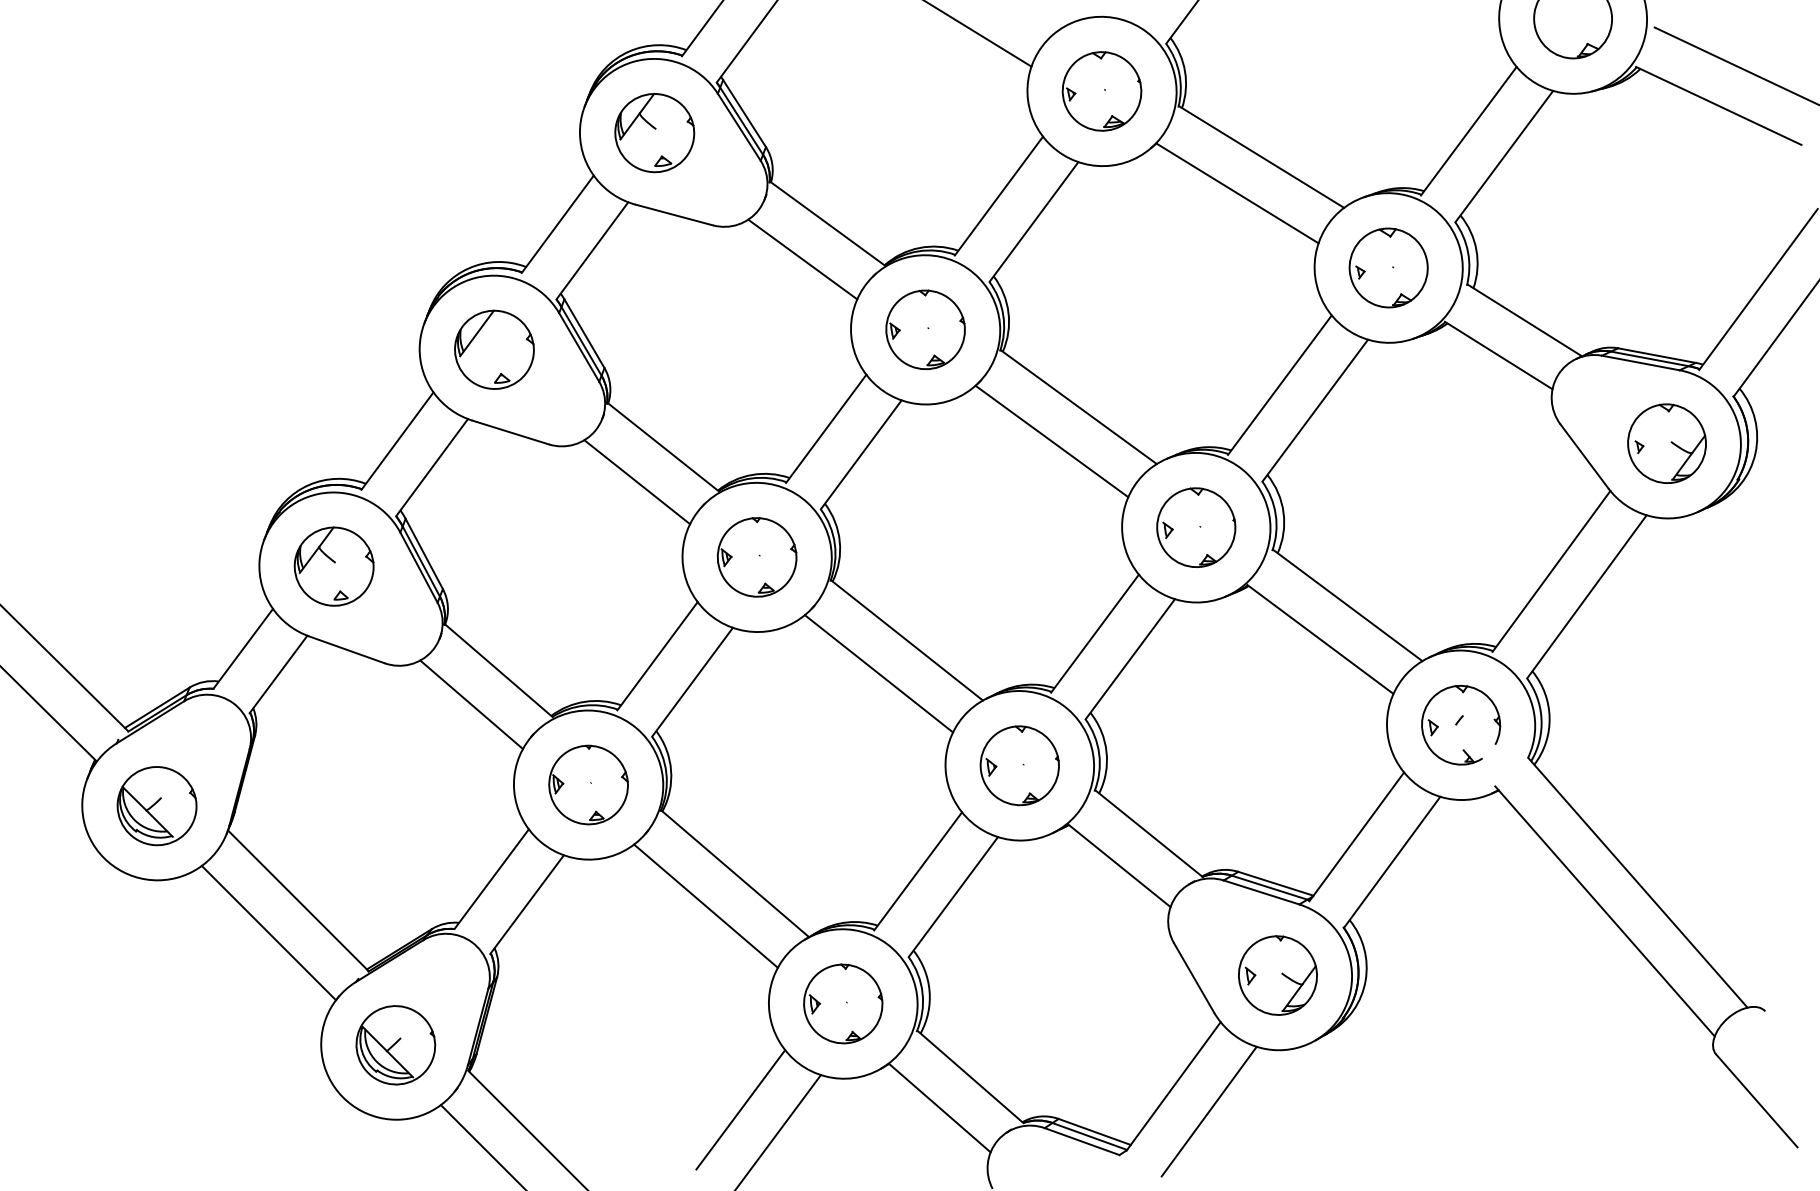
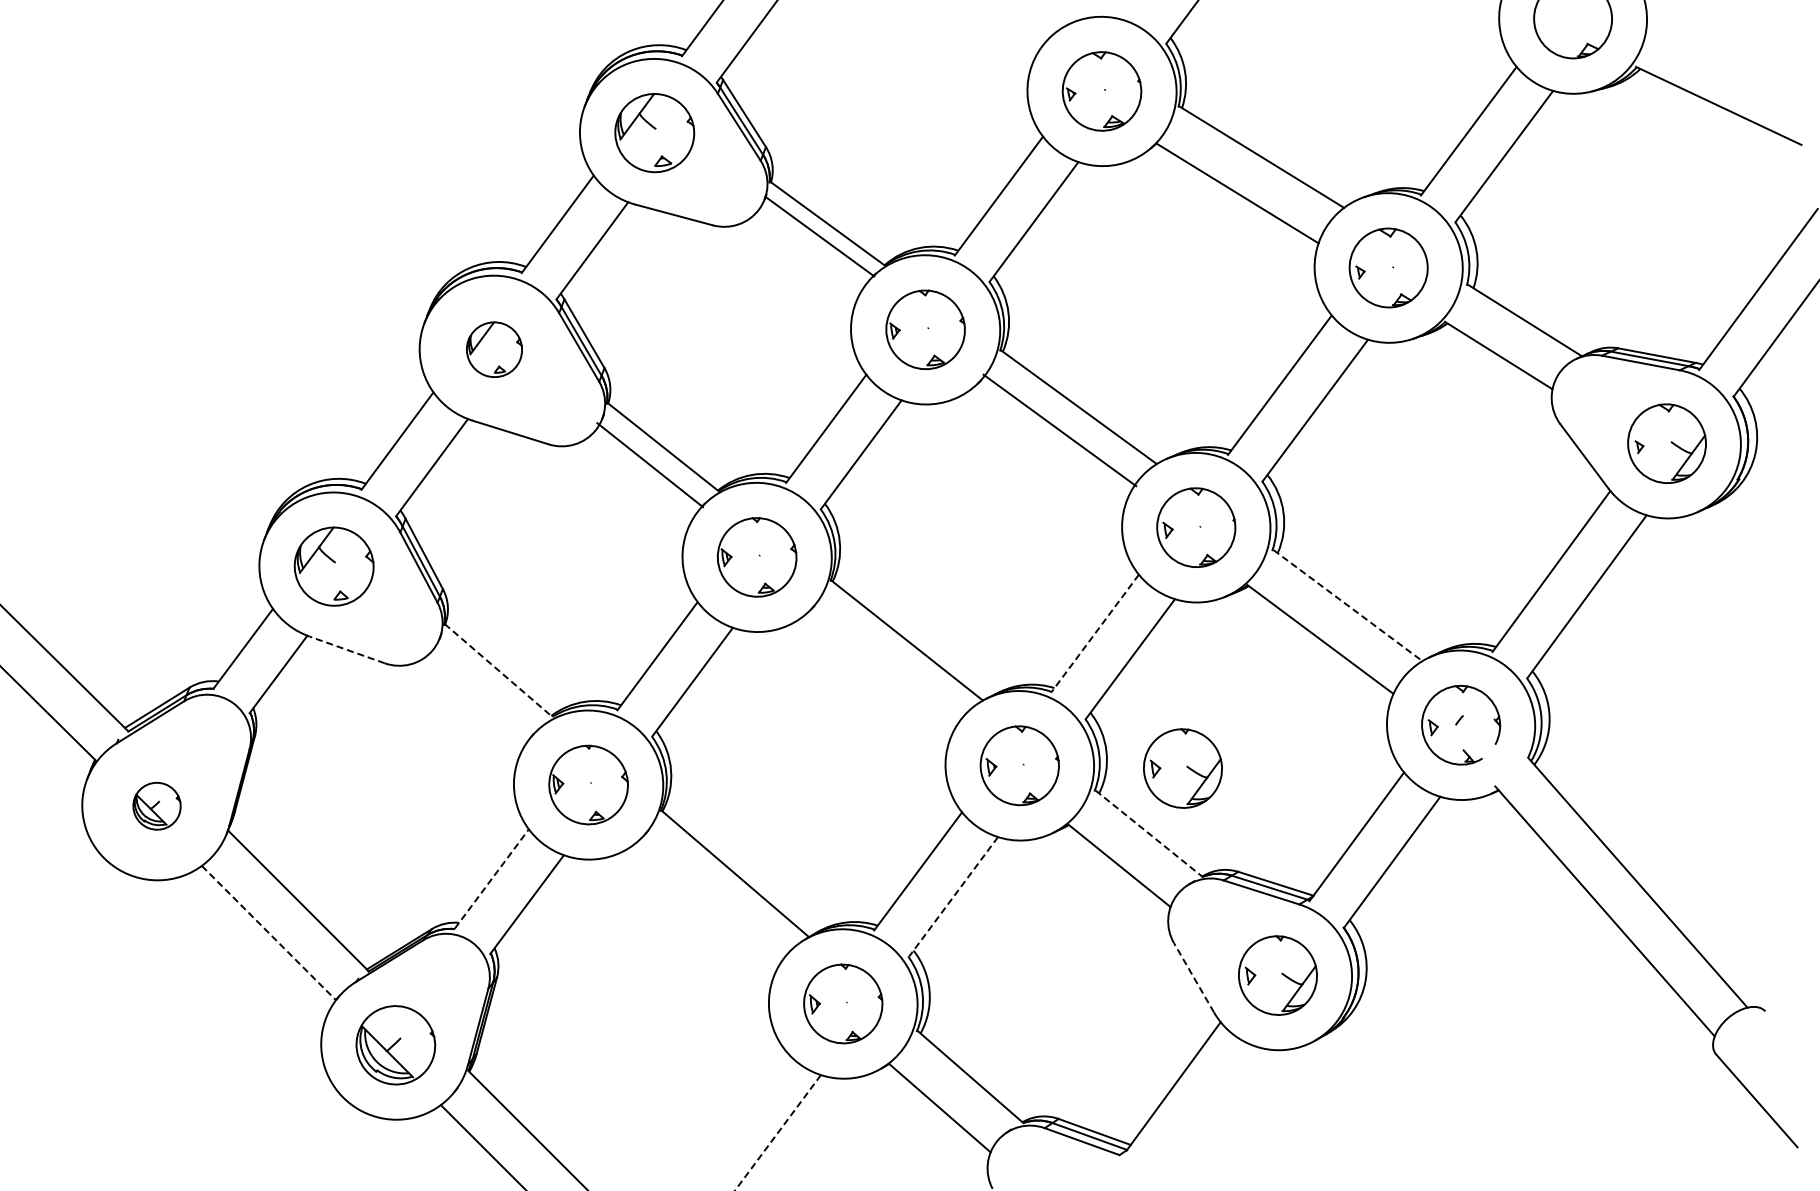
line at (979, 34): present -> none
line at (1735, 65): present -> none
line at (802, 259) position: (802, 259) -> (819, 236)
part at (494, 349) size: 81x81 px -> 57x57 px
line at (1051, 441) position: (1051, 441) -> (1059, 430)
line at (637, 482) position: (637, 482) -> (650, 465)
line at (1347, 605): solid -> dashed
line at (1095, 633): solid -> dashed
line at (347, 649): solid -> dashed
line at (499, 670): solid -> dashed
line at (878, 673): present -> none
line at (471, 704): present -> none
part at (1182, 768): none -> present
part at (156, 806) size: 82x81 px -> 50x49 px
line at (1149, 833): solid -> dashed
line at (491, 878): solid -> dashed
line at (953, 897): solid -> dashed
line at (705, 905): present -> none
line at (268, 933): solid -> dashed
line at (1194, 977): solid -> dashed
line at (740, 1109): present -> none
line at (1208, 1111): present -> none
line at (777, 1133): solid -> dashed
